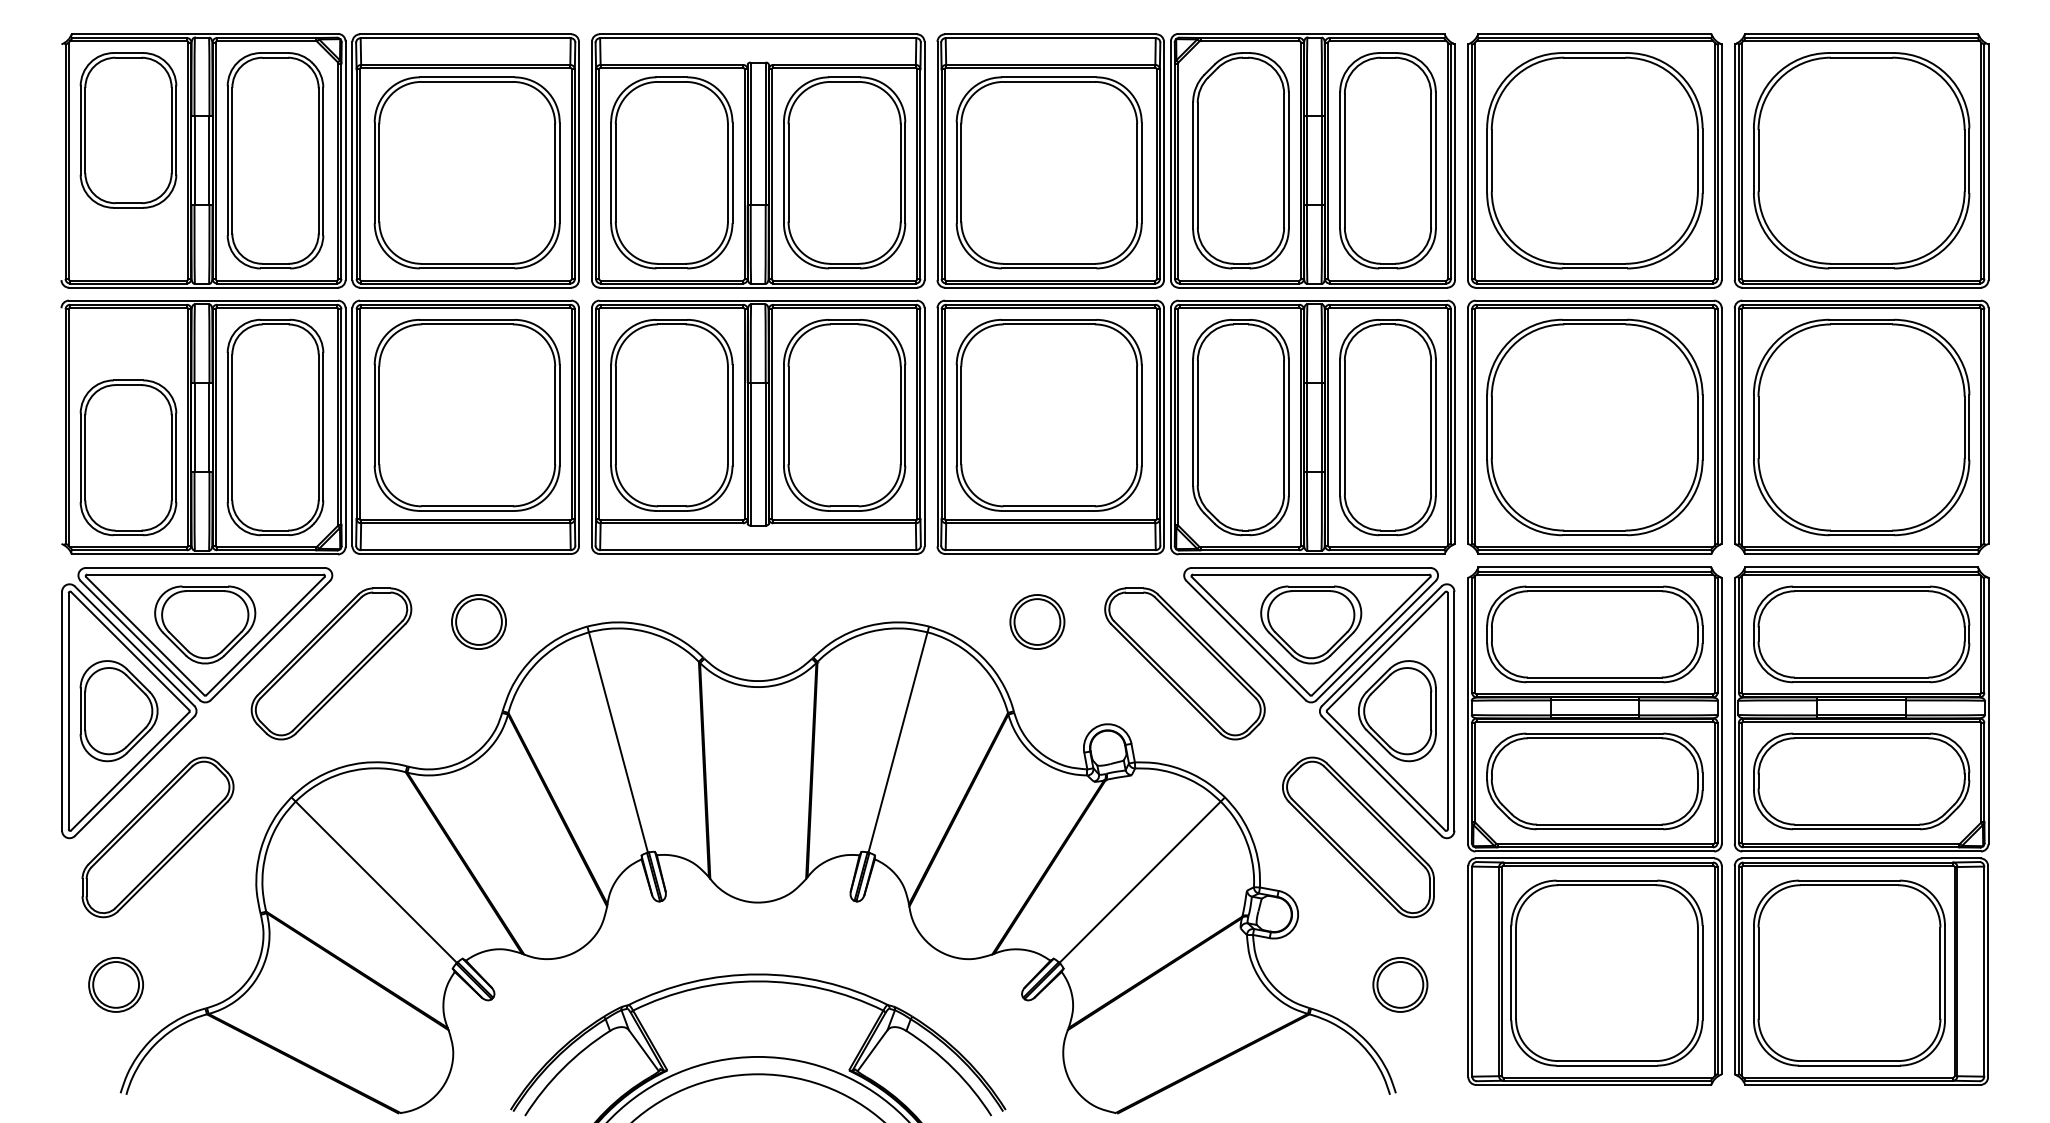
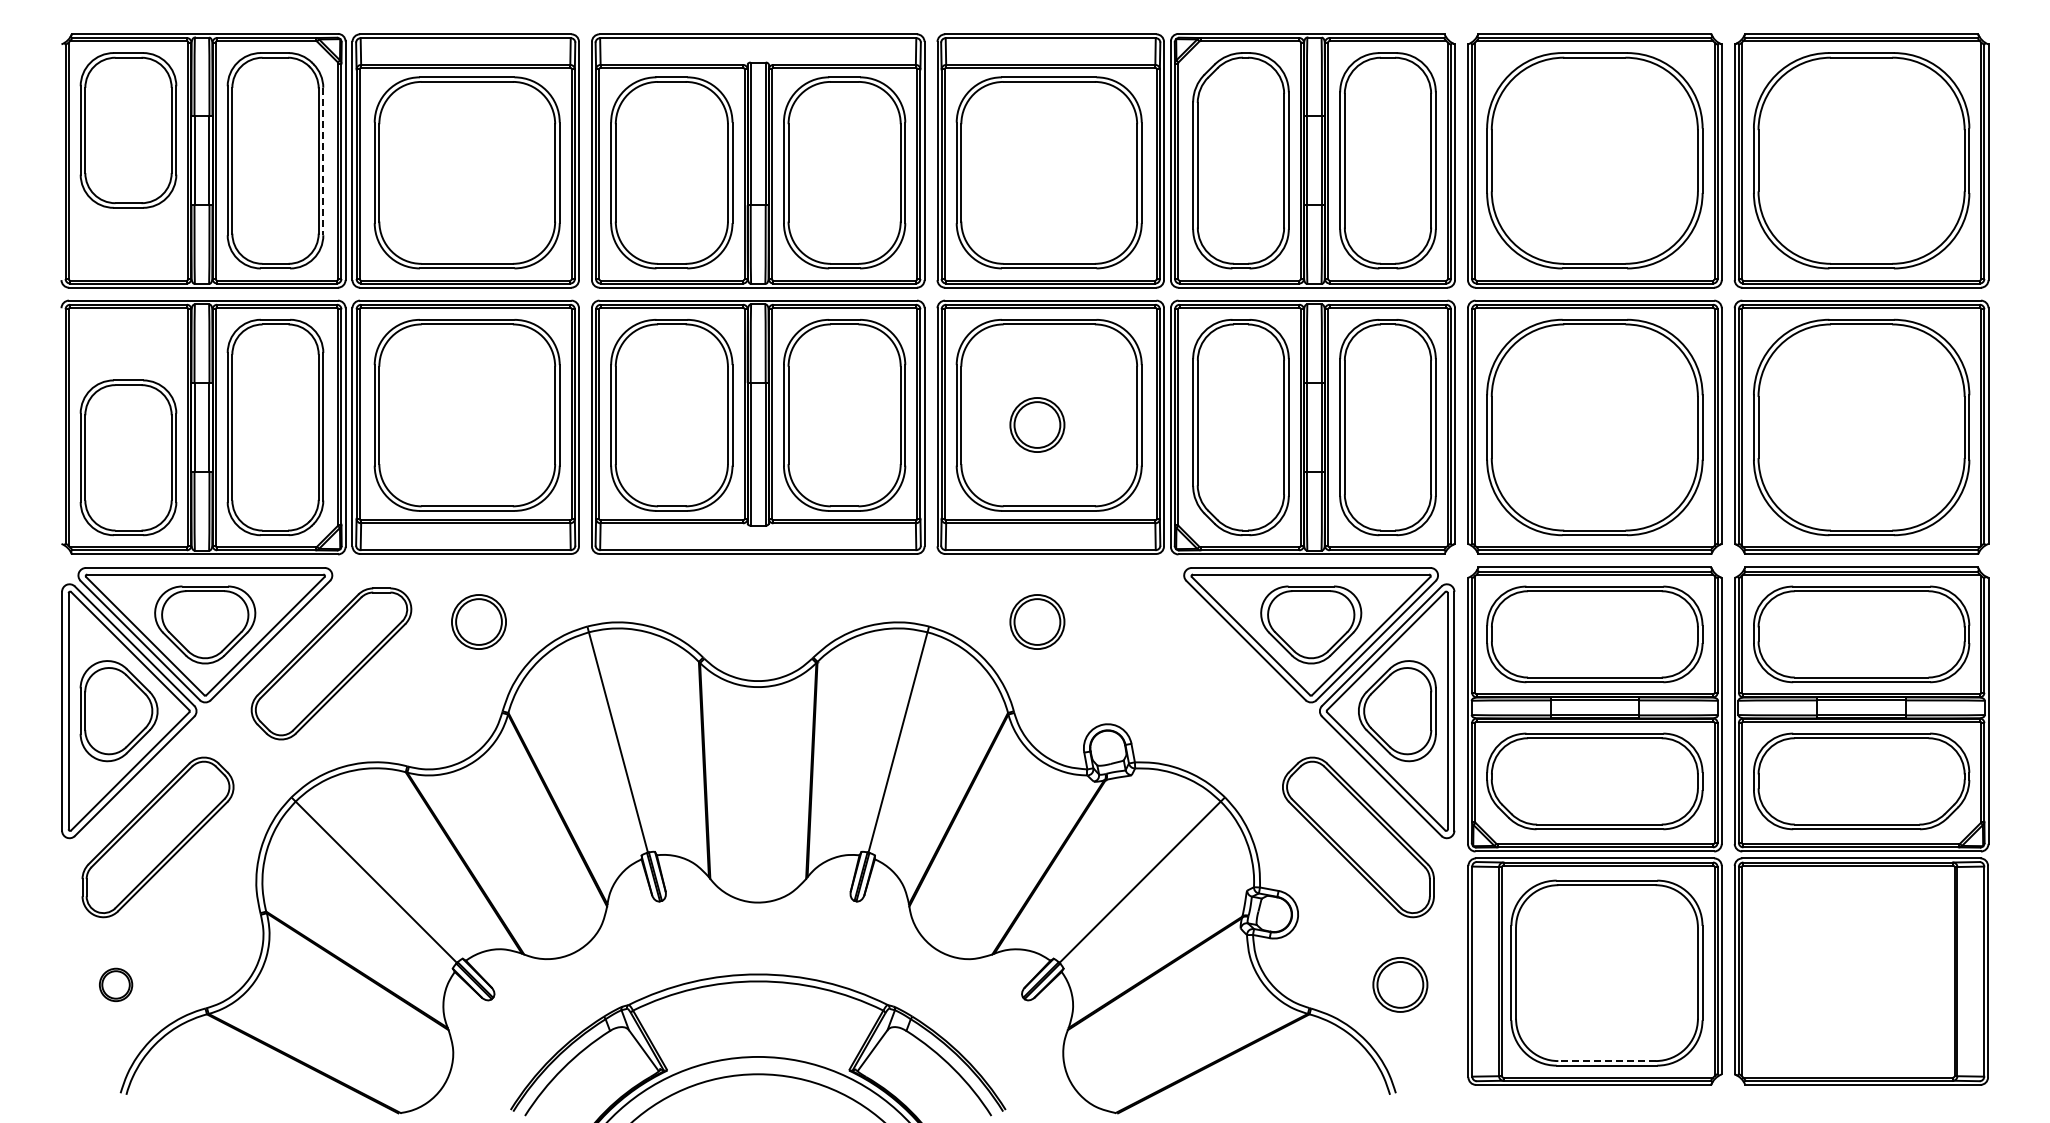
line at (323, 161): solid -> dashed
part at (1037, 424): none -> present
part at (1184, 663): present -> none
part at (1849, 972): present -> none
part at (115, 984) size: 56x56 px -> 35x36 px
line at (1607, 1061): solid -> dashed
